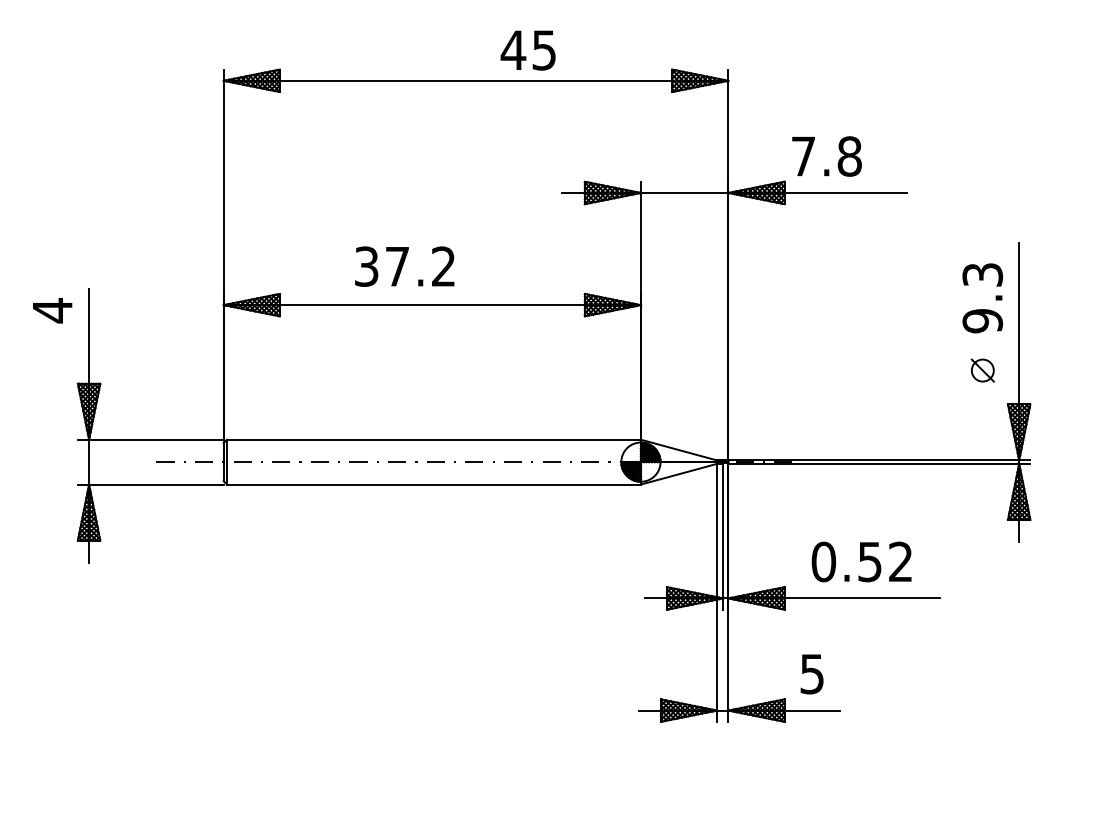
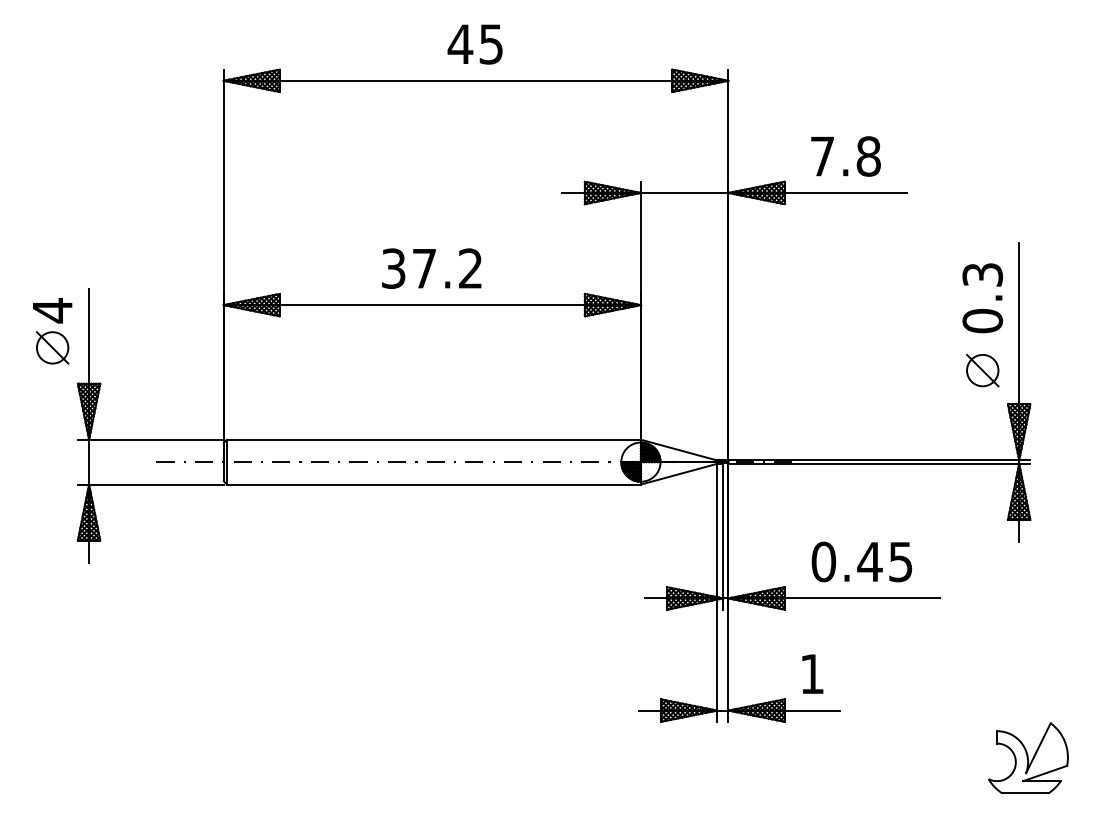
text at (527, 50) position: (527, 50) -> (474, 44)
text at (826, 156) position: (826, 156) -> (845, 156)
text at (404, 266) position: (404, 266) -> (431, 268)
text at (982, 320): 9.3 -> 0.3
part at (52, 347): none -> present
part at (982, 370) size: 25x25 px -> 34x35 px
text at (884, 561): 0.52 -> 0.45
text at (811, 674): 5 -> 1
part at (1028, 757): none -> present
